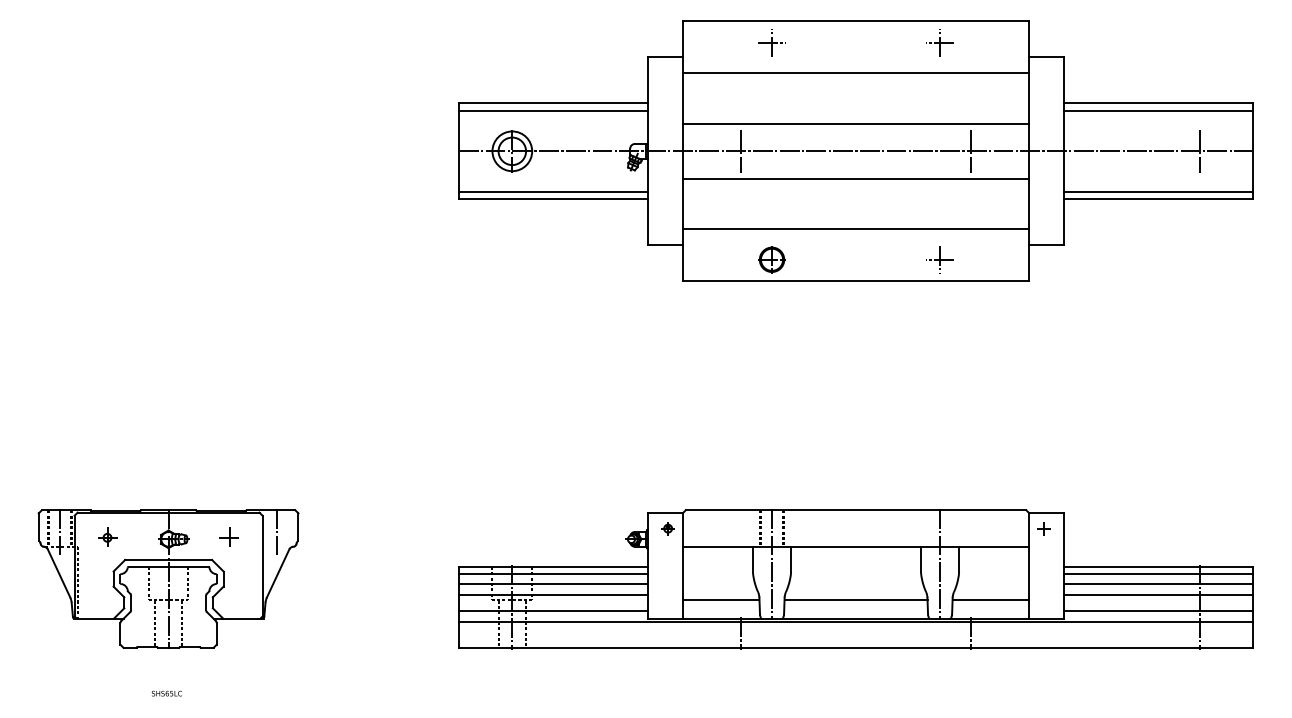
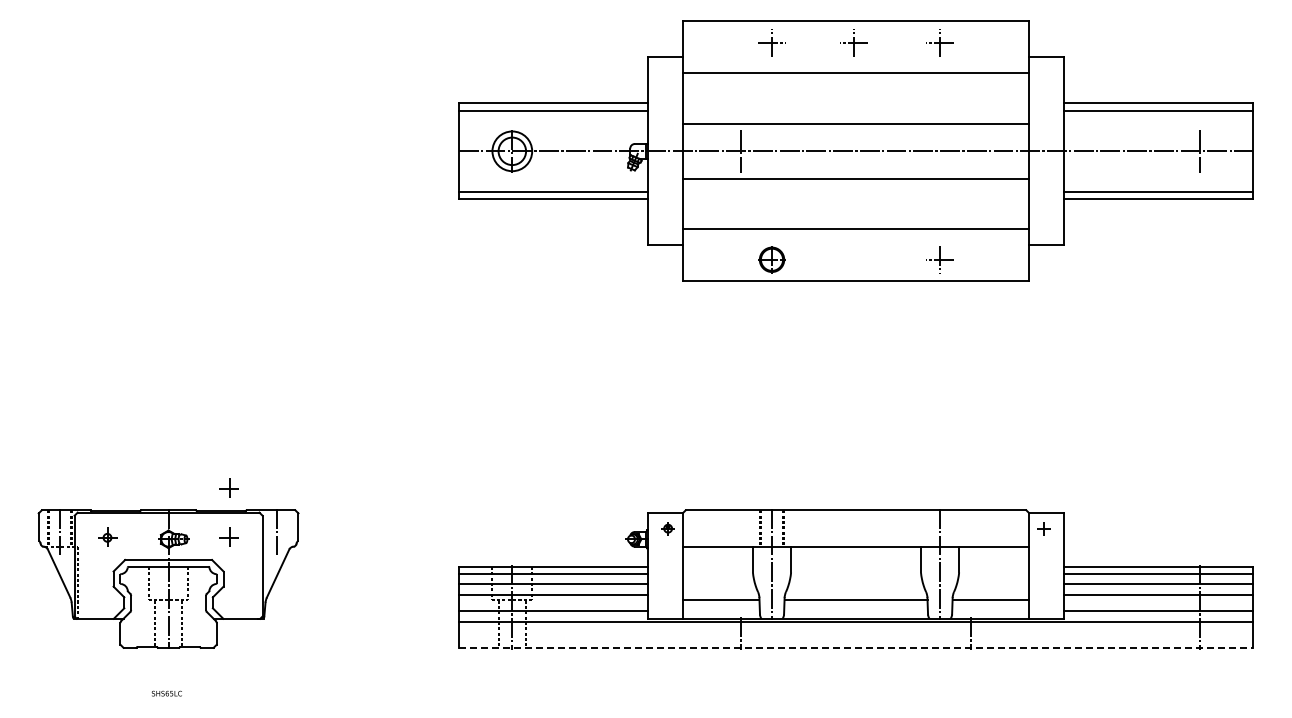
part at (853, 42): none -> present
line at (970, 150): present -> none
part at (228, 487): none -> present
line at (856, 647): solid -> dashed
